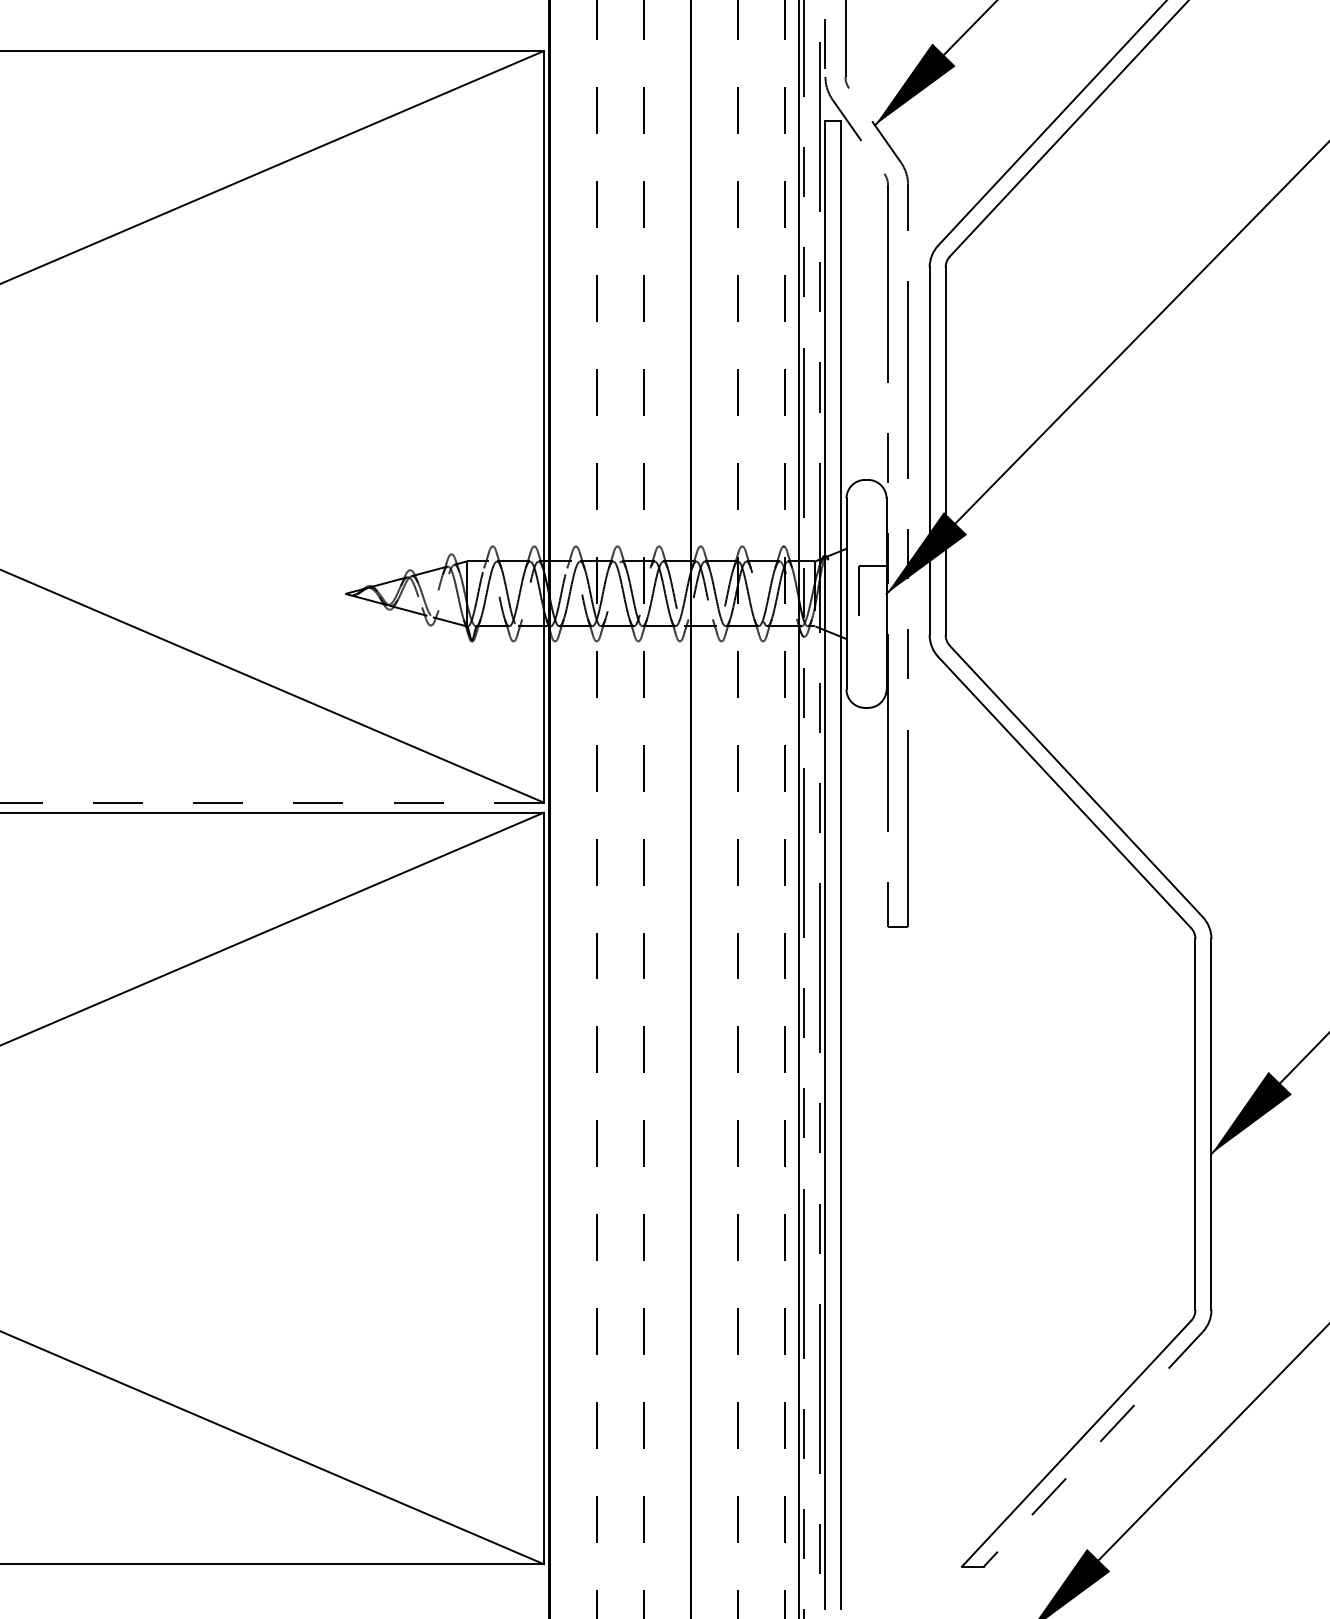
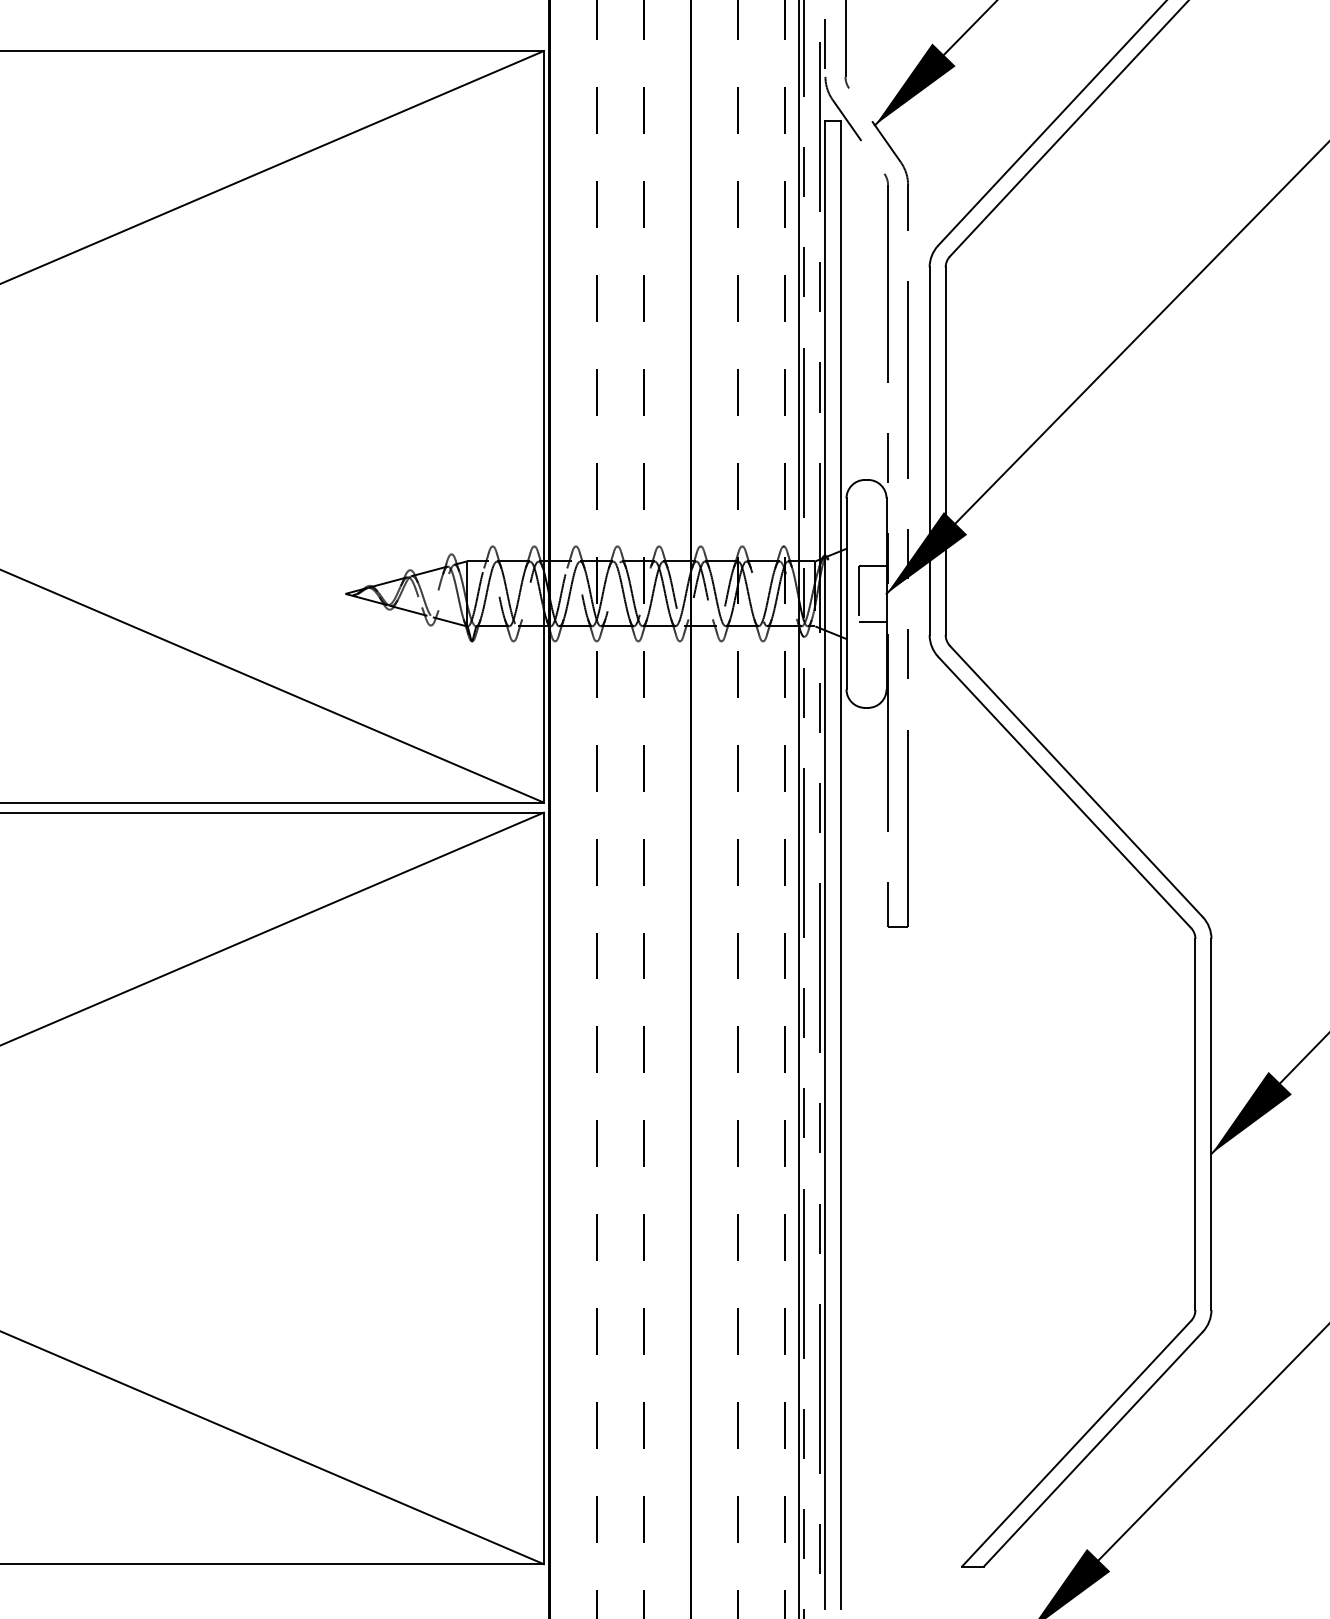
line at (872, 622): none -> present
line at (271, 802): dashed -> solid
line at (1093, 1449): dashed -> solid
